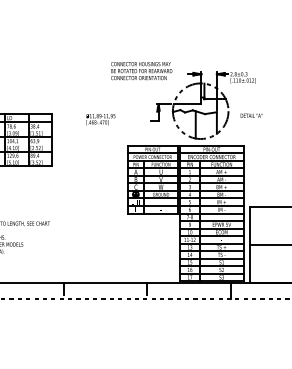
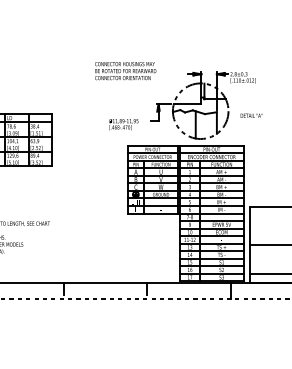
text at (141, 71) position: (141, 71) -> (125, 71)
text at (100, 119) position: (100, 119) -> (123, 124)
line at (268, 273): none -> present
